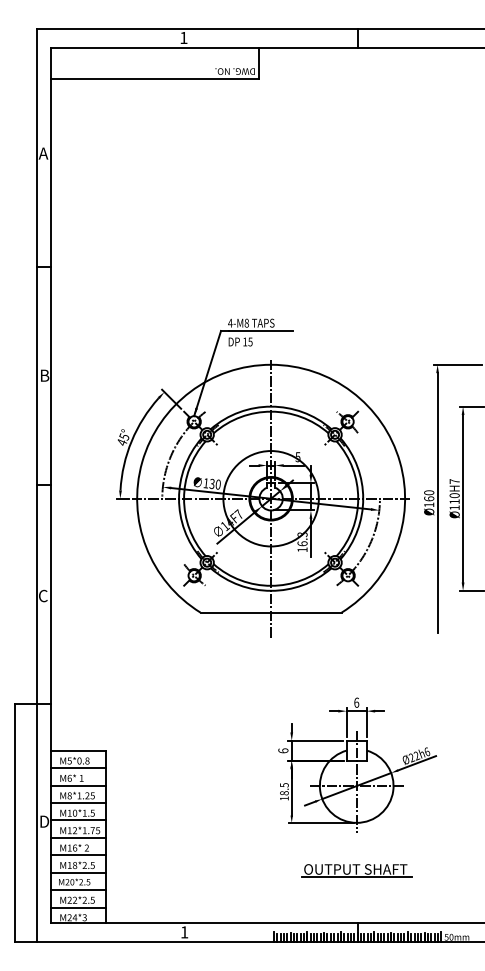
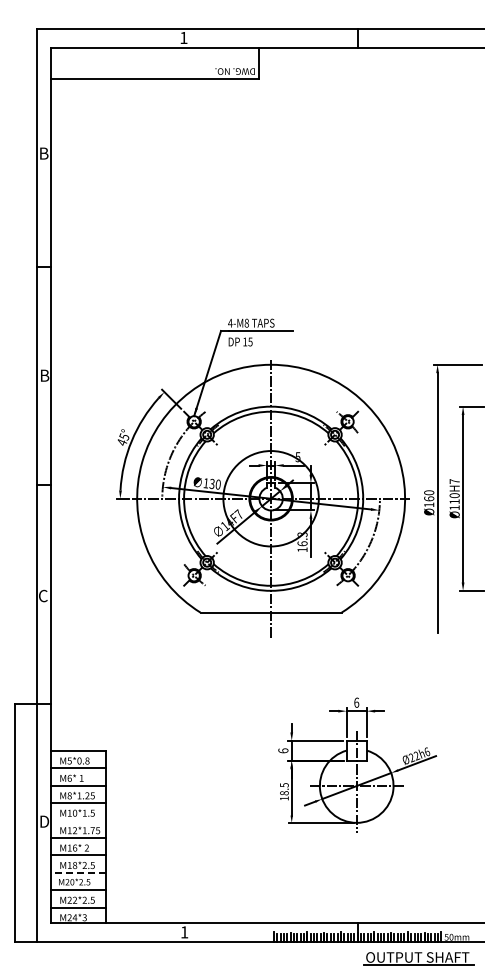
text at (43, 153): A -> B
line at (78, 820): present -> none
part at (356, 870) position: (356, 870) -> (418, 958)
line at (78, 872): solid -> dashed
